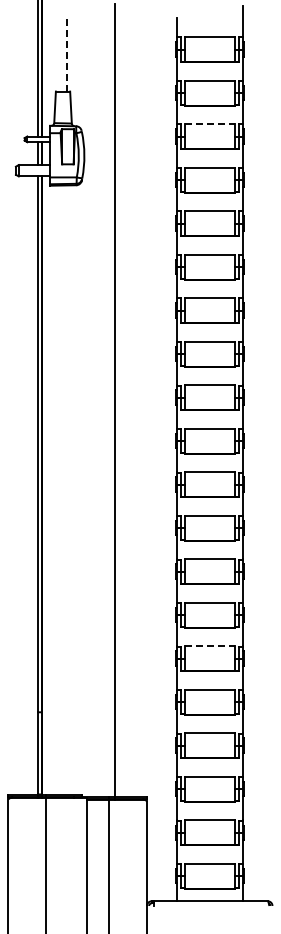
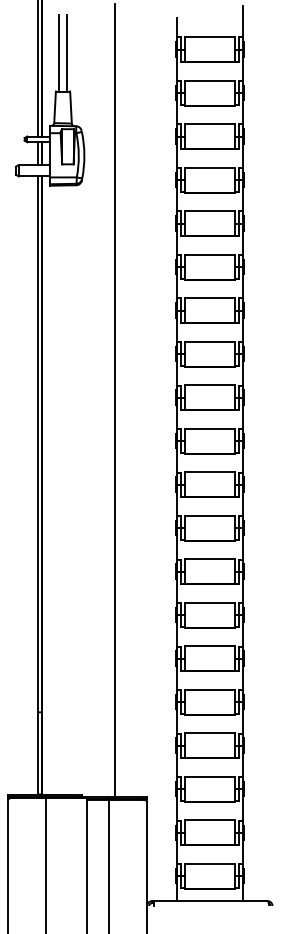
line at (58, 52): none -> present
line at (67, 53): dashed -> solid
line at (209, 124): dashed -> solid
line at (209, 646): dashed -> solid
